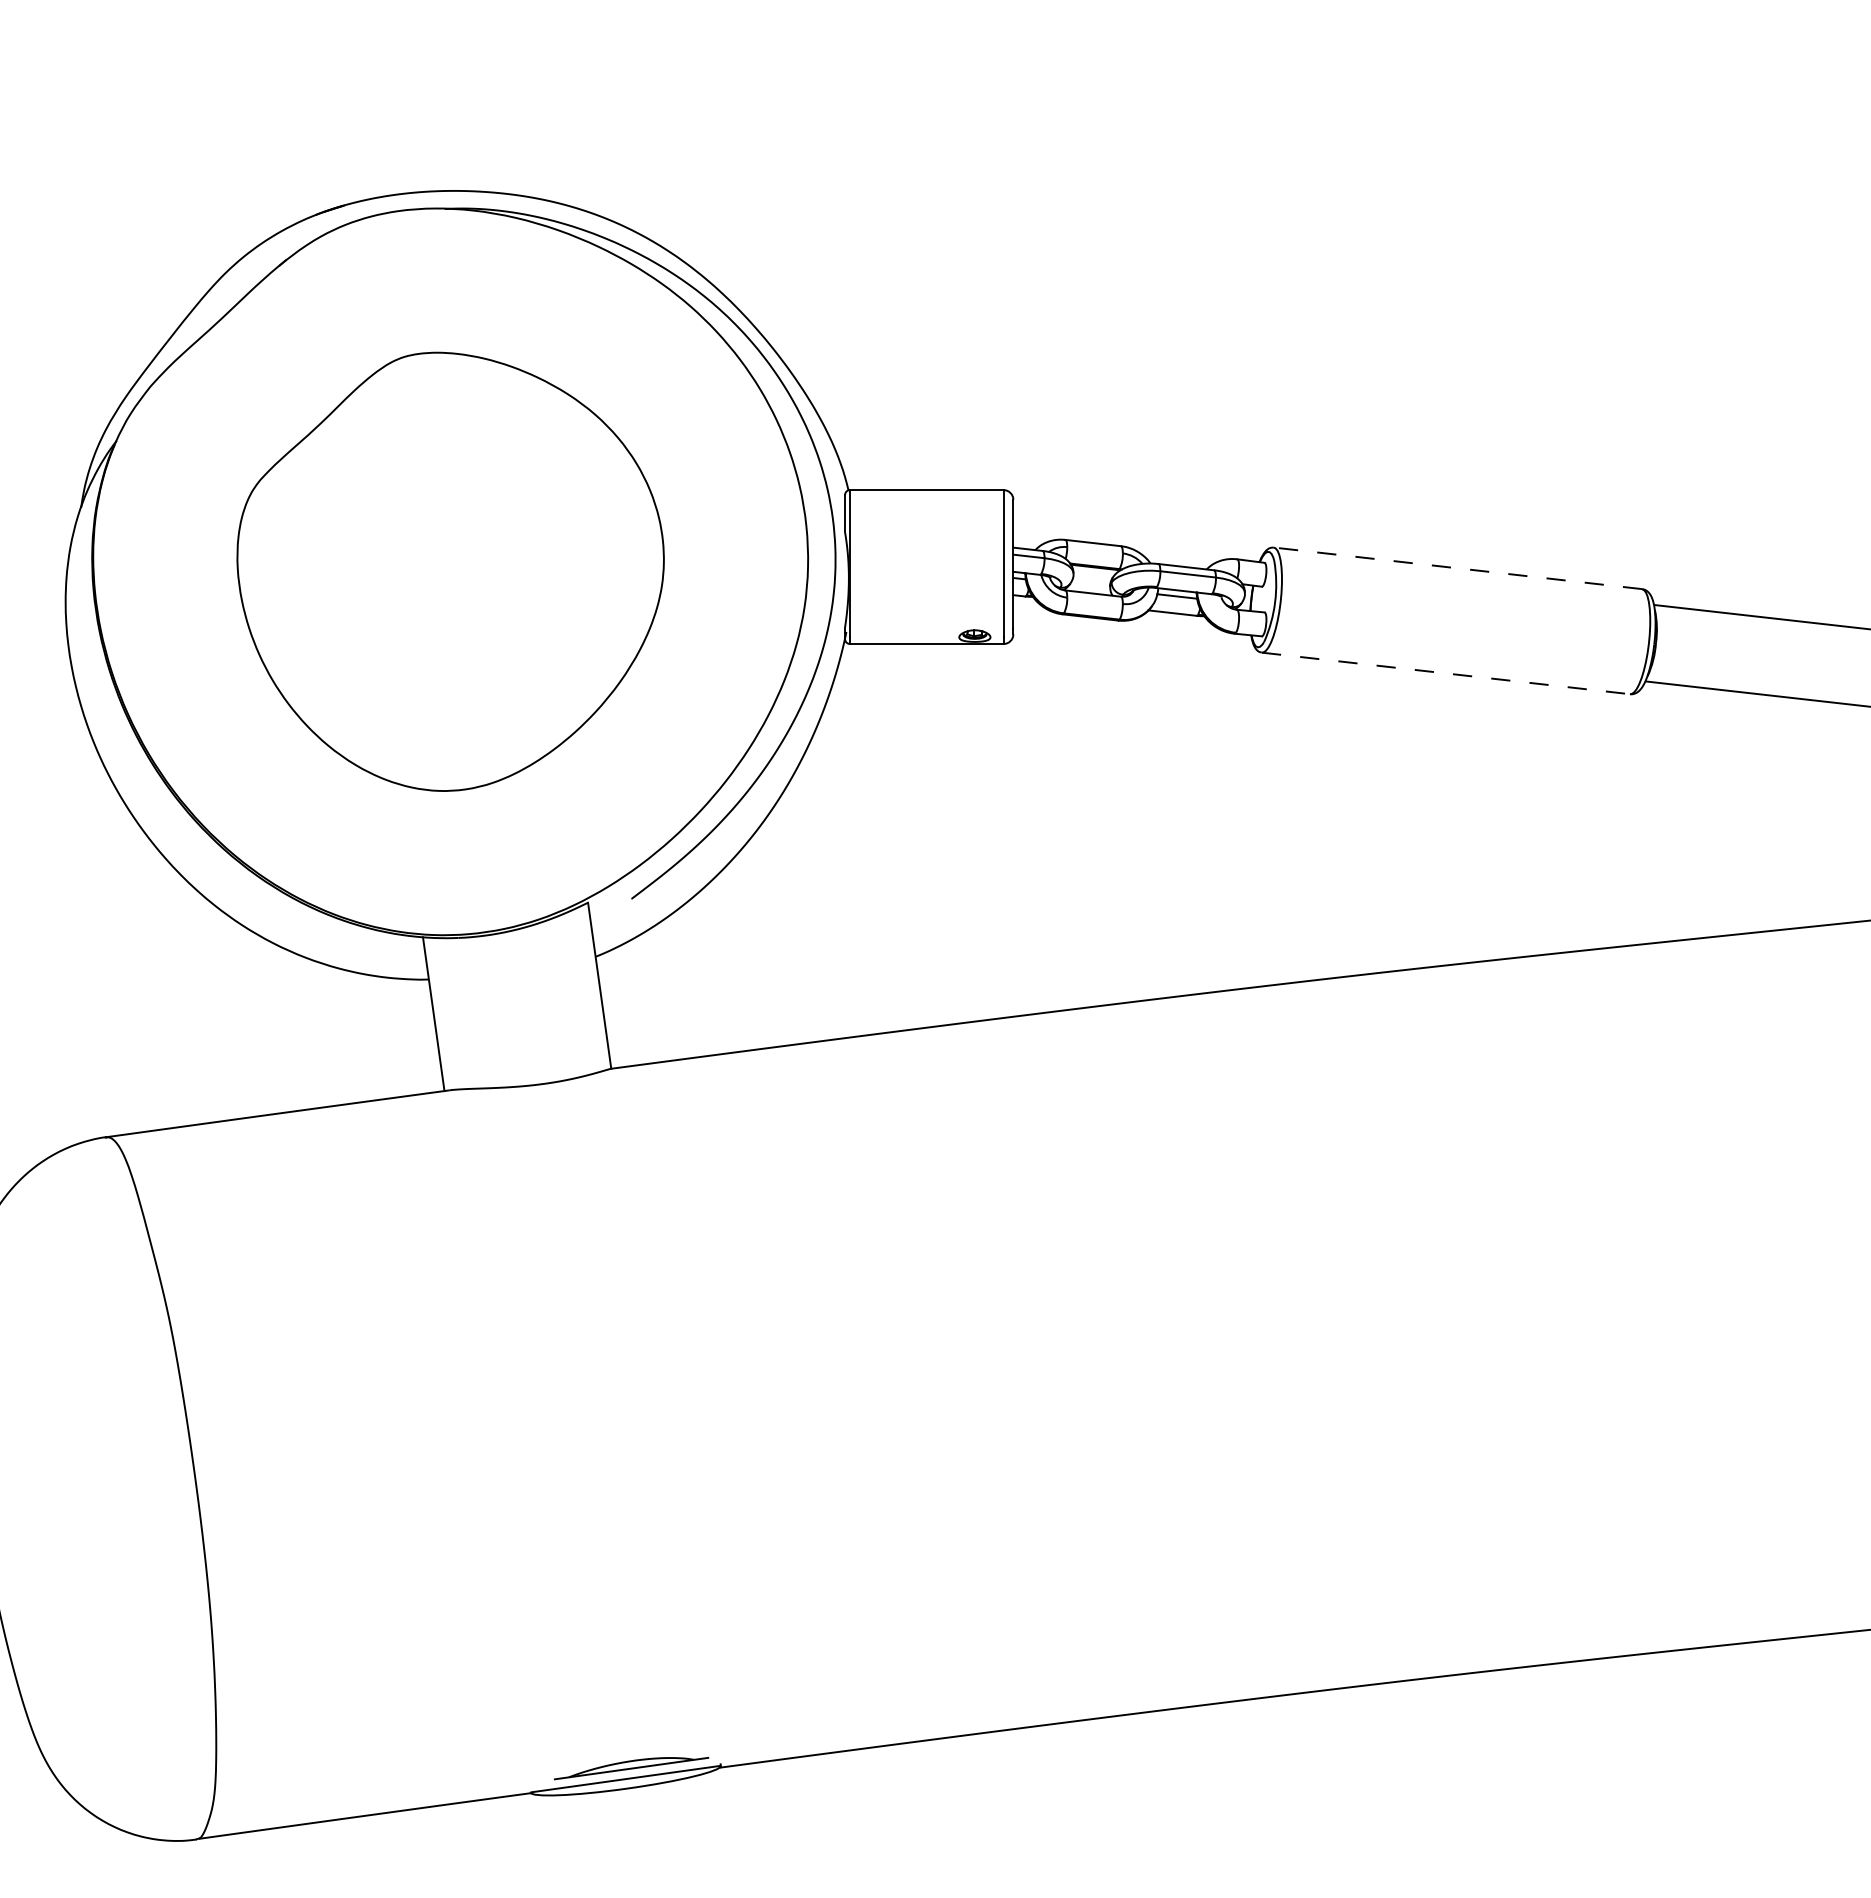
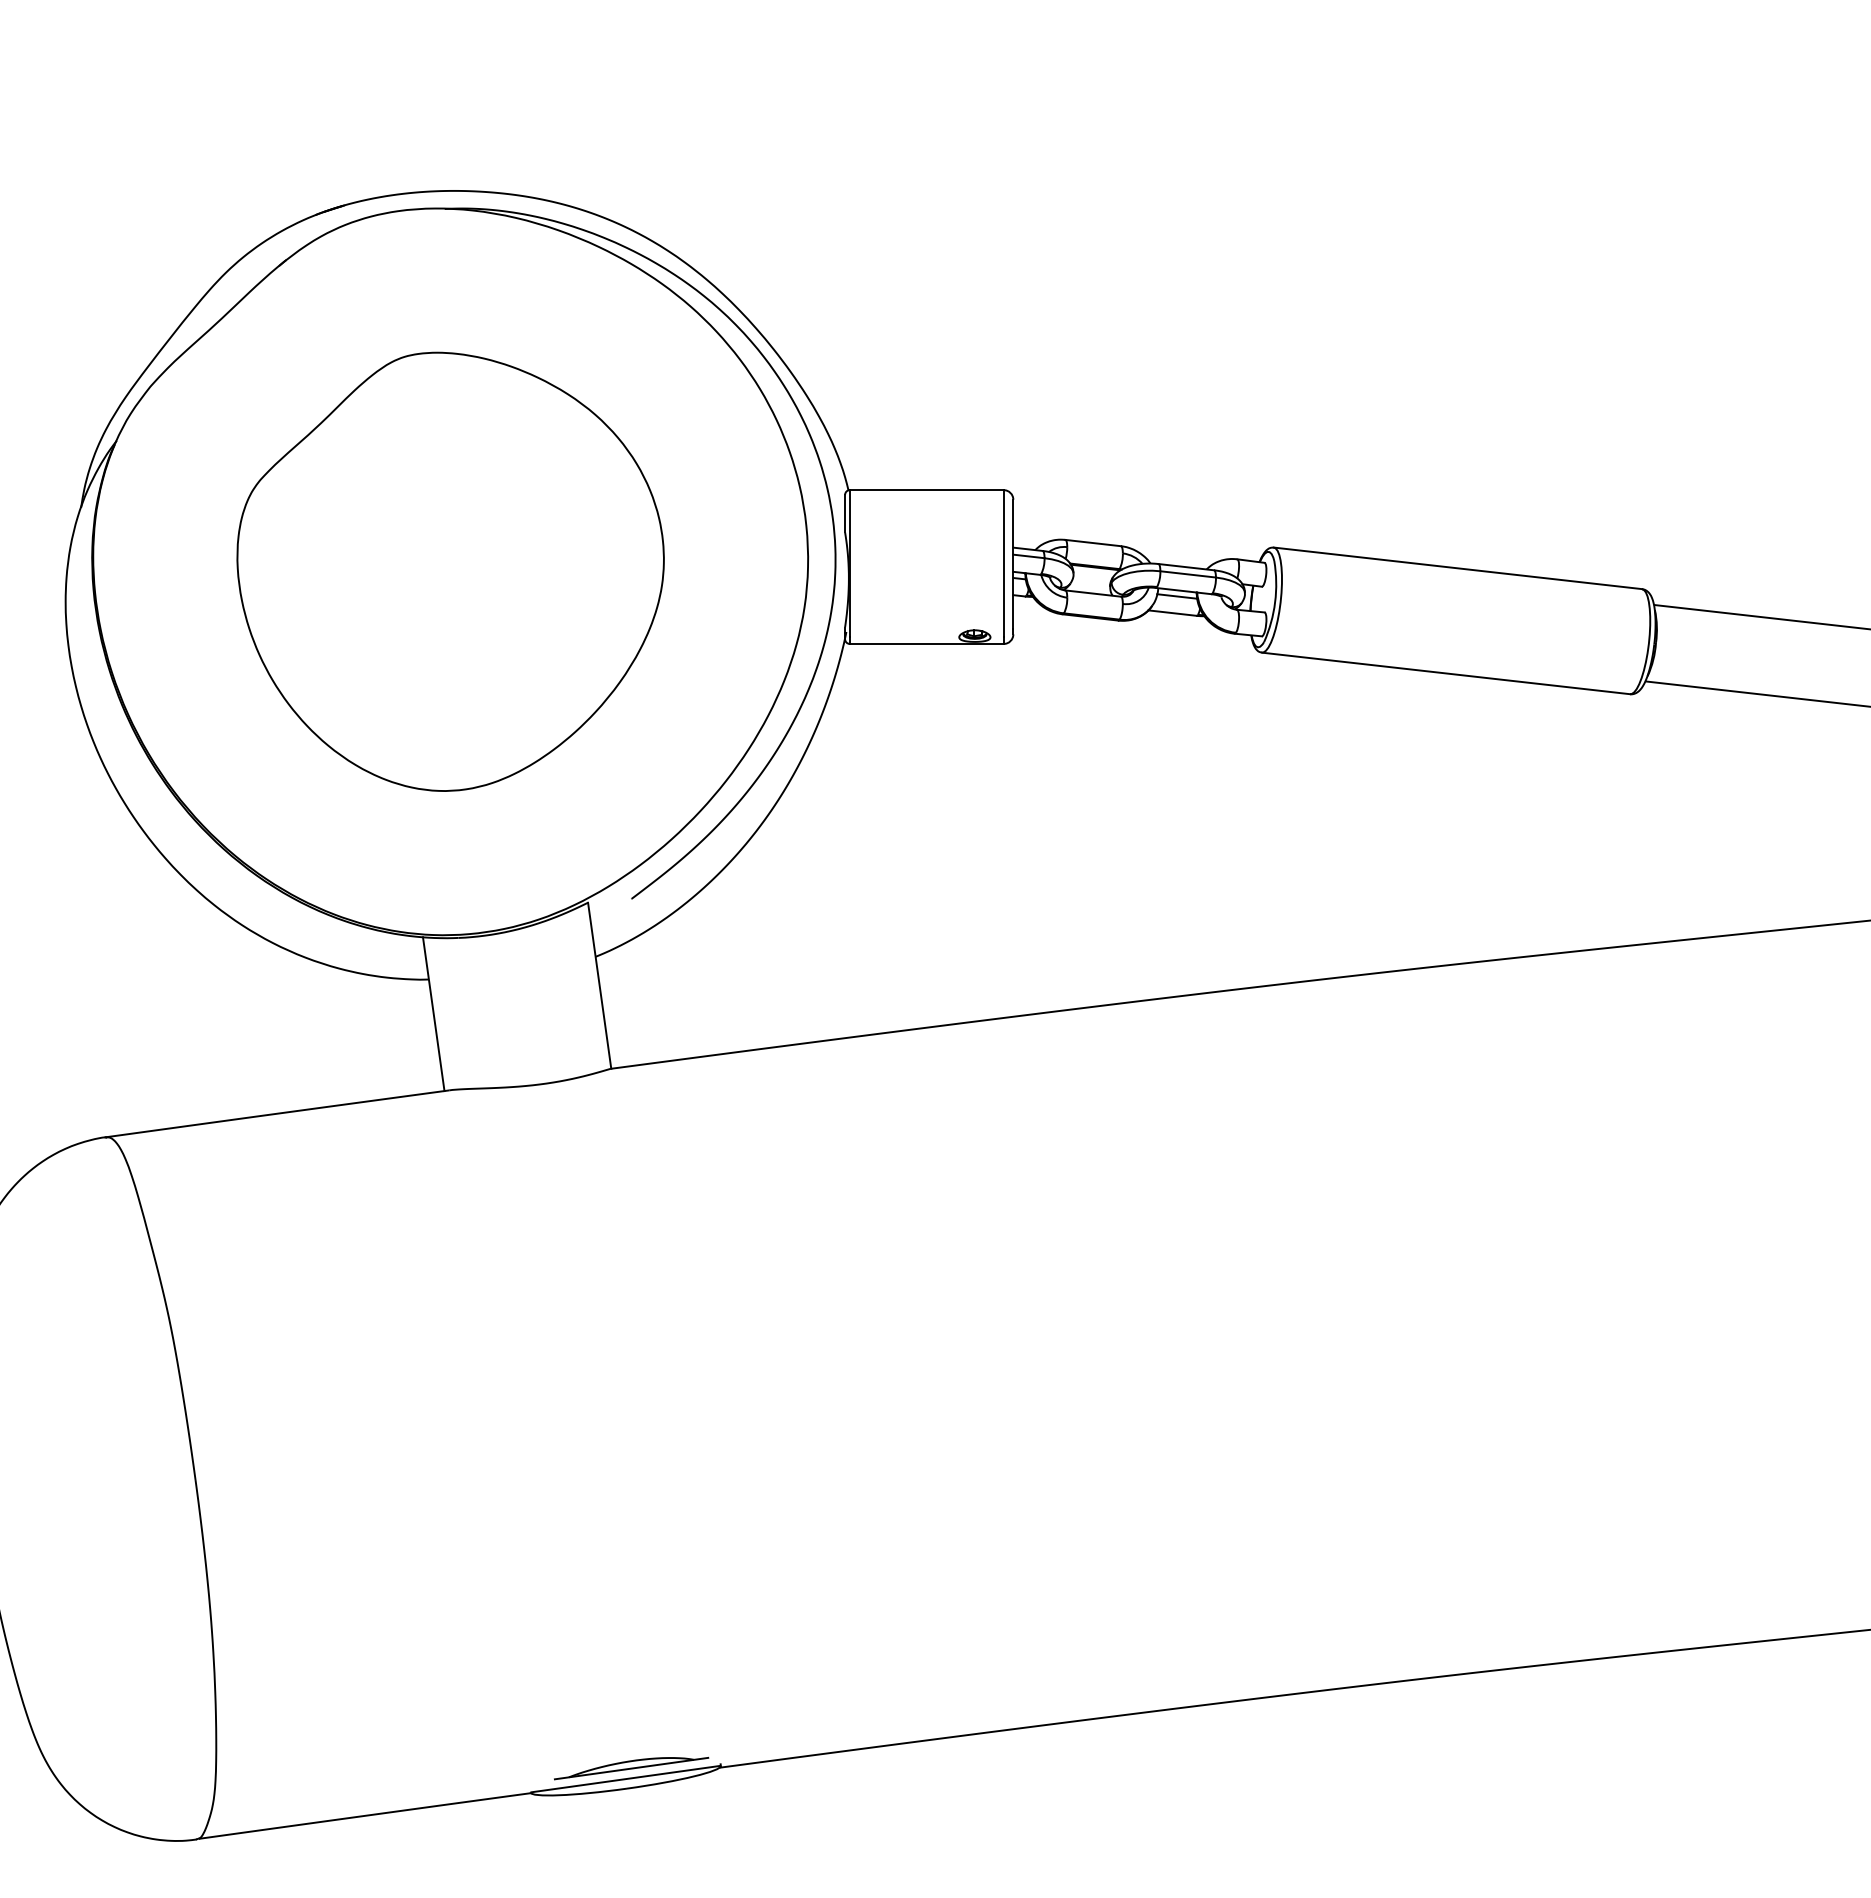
line at (1457, 568): dashed -> solid
line at (1446, 673): dashed -> solid
